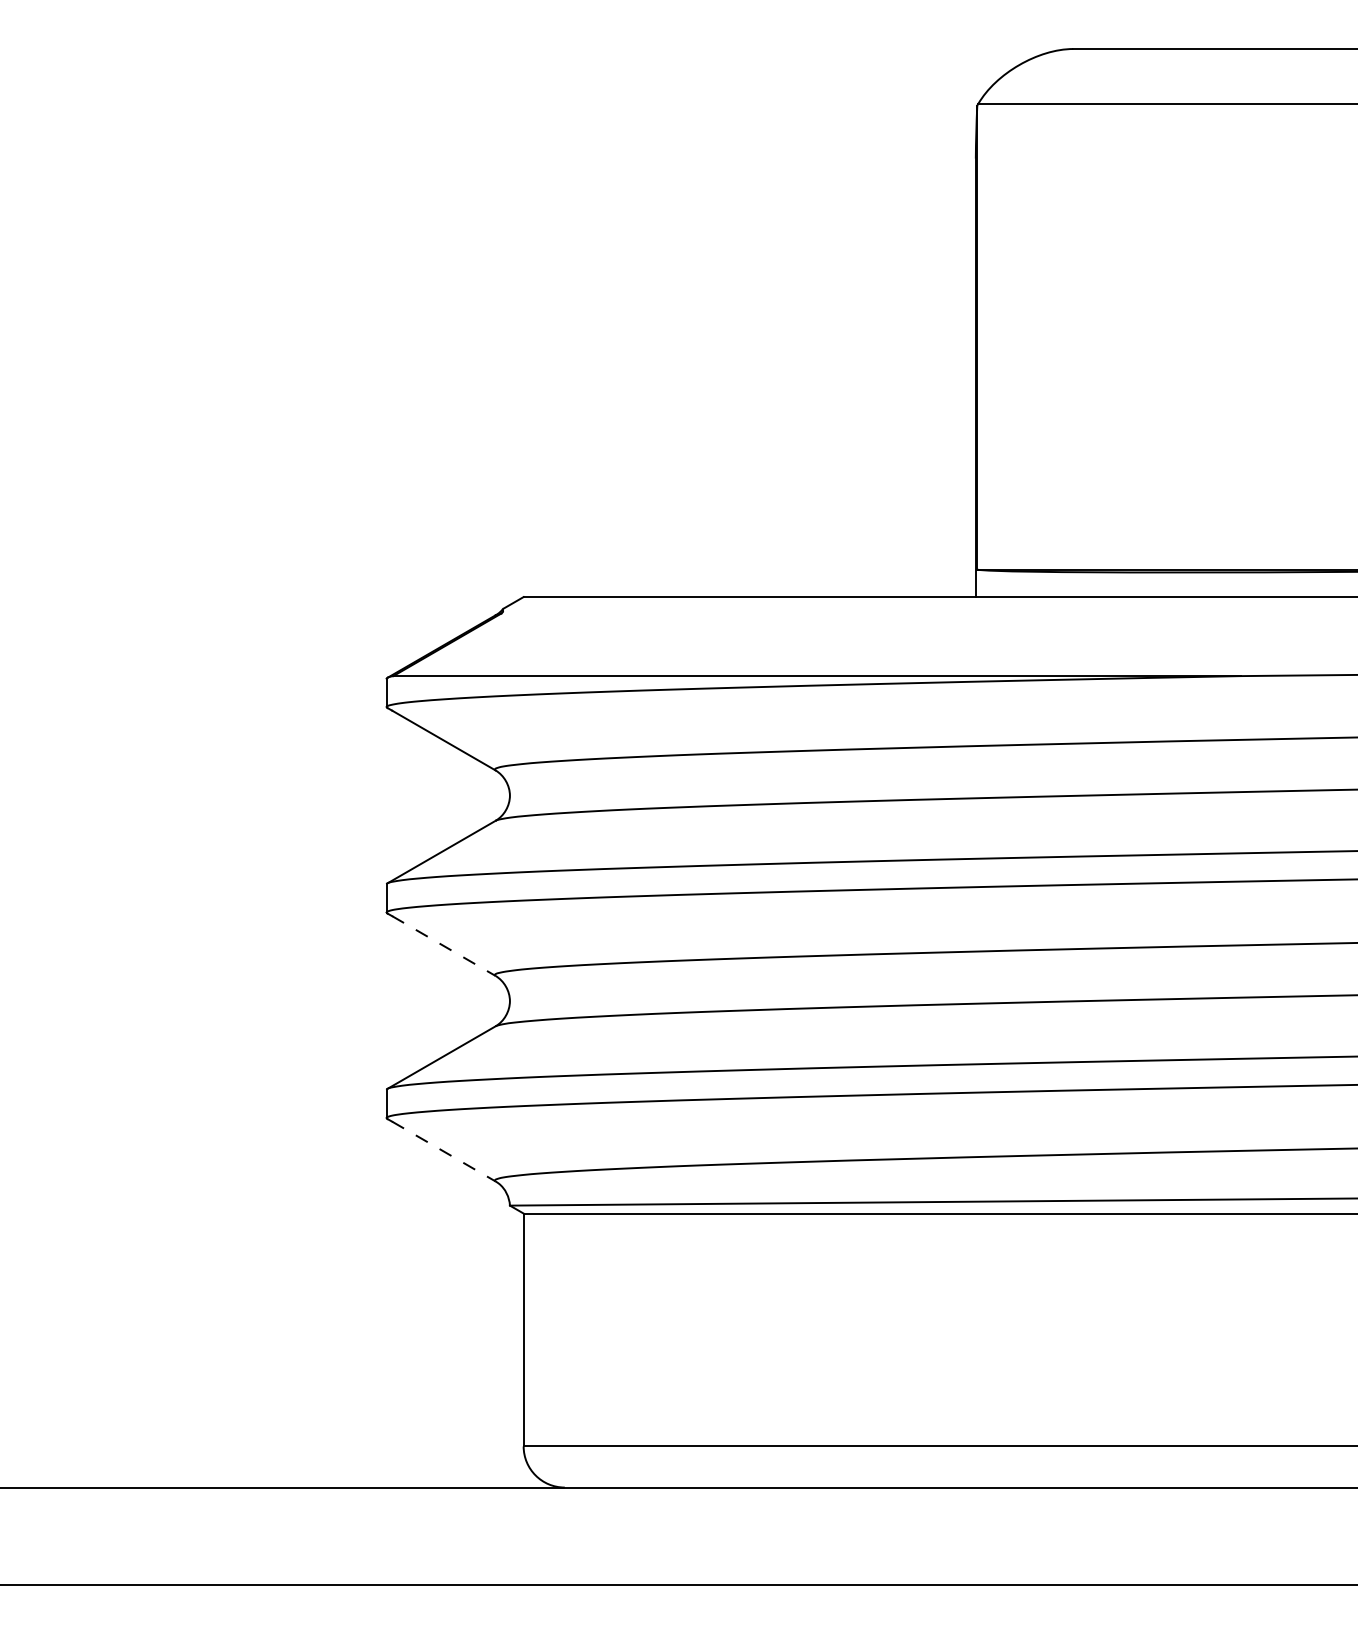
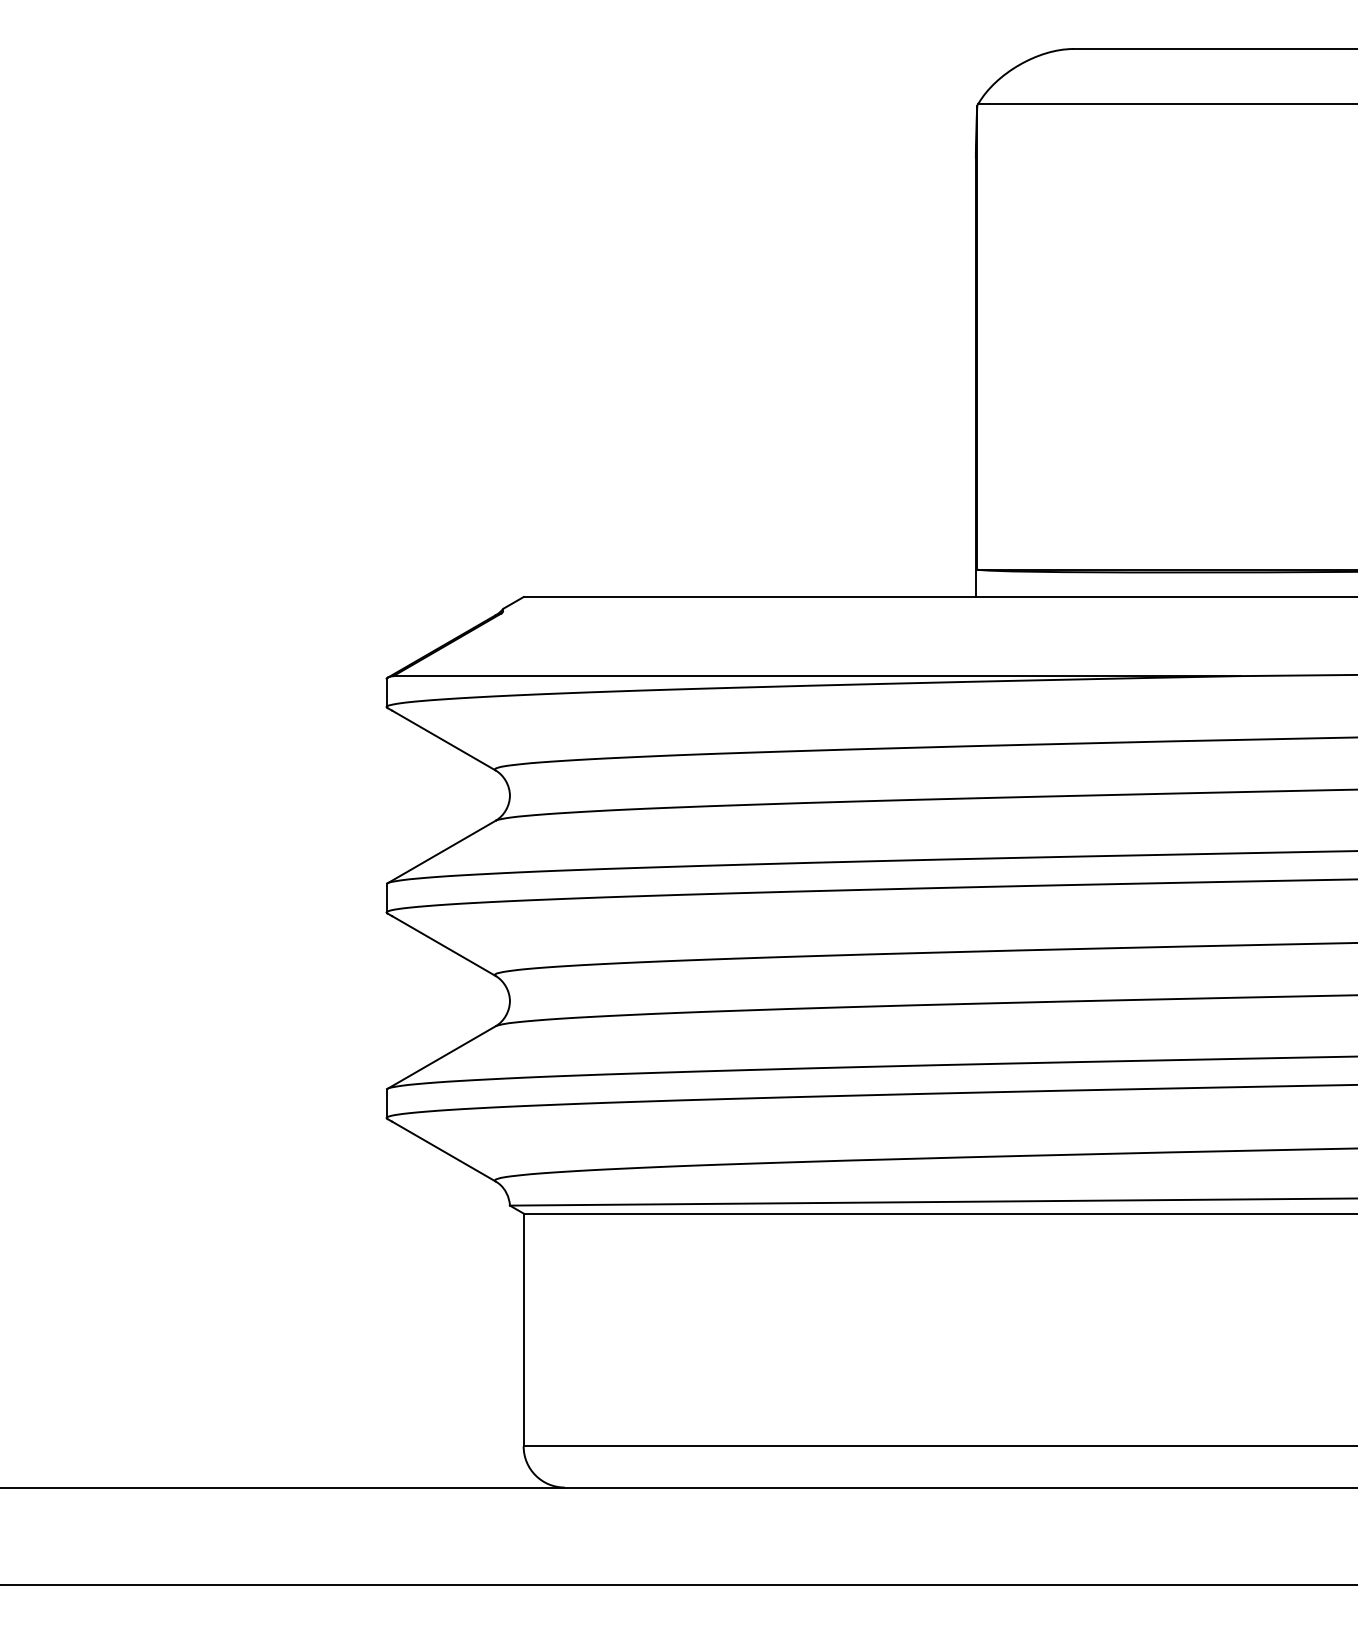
line at (443, 946): dashed -> solid
line at (443, 1151): dashed -> solid
